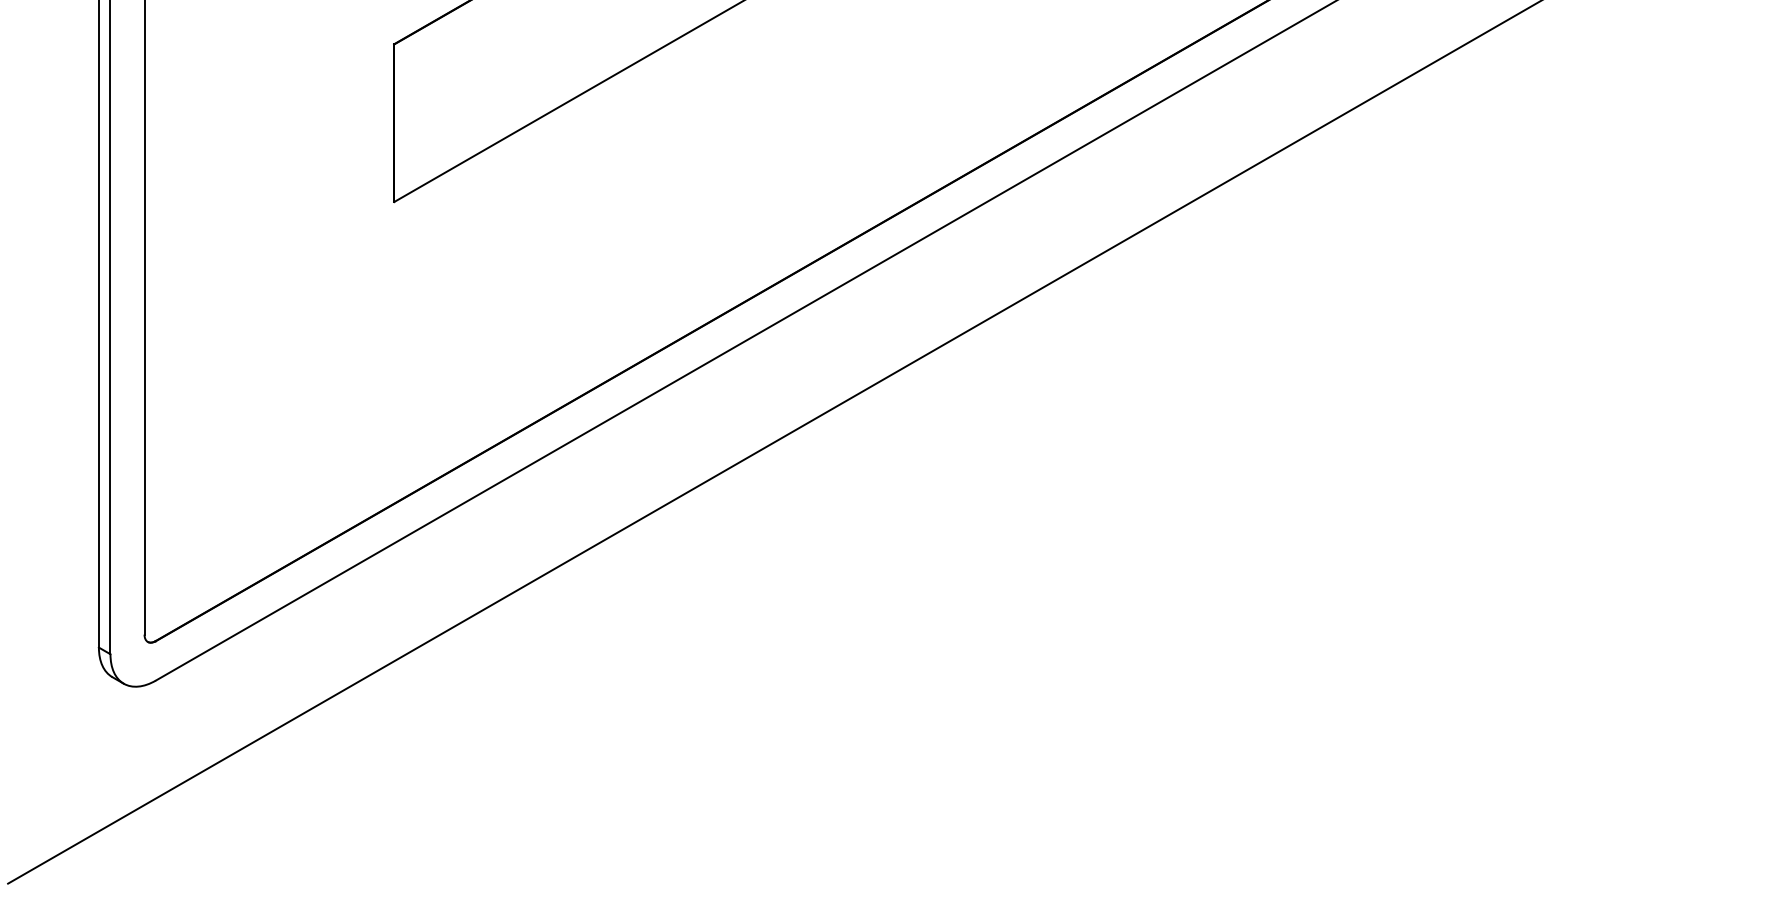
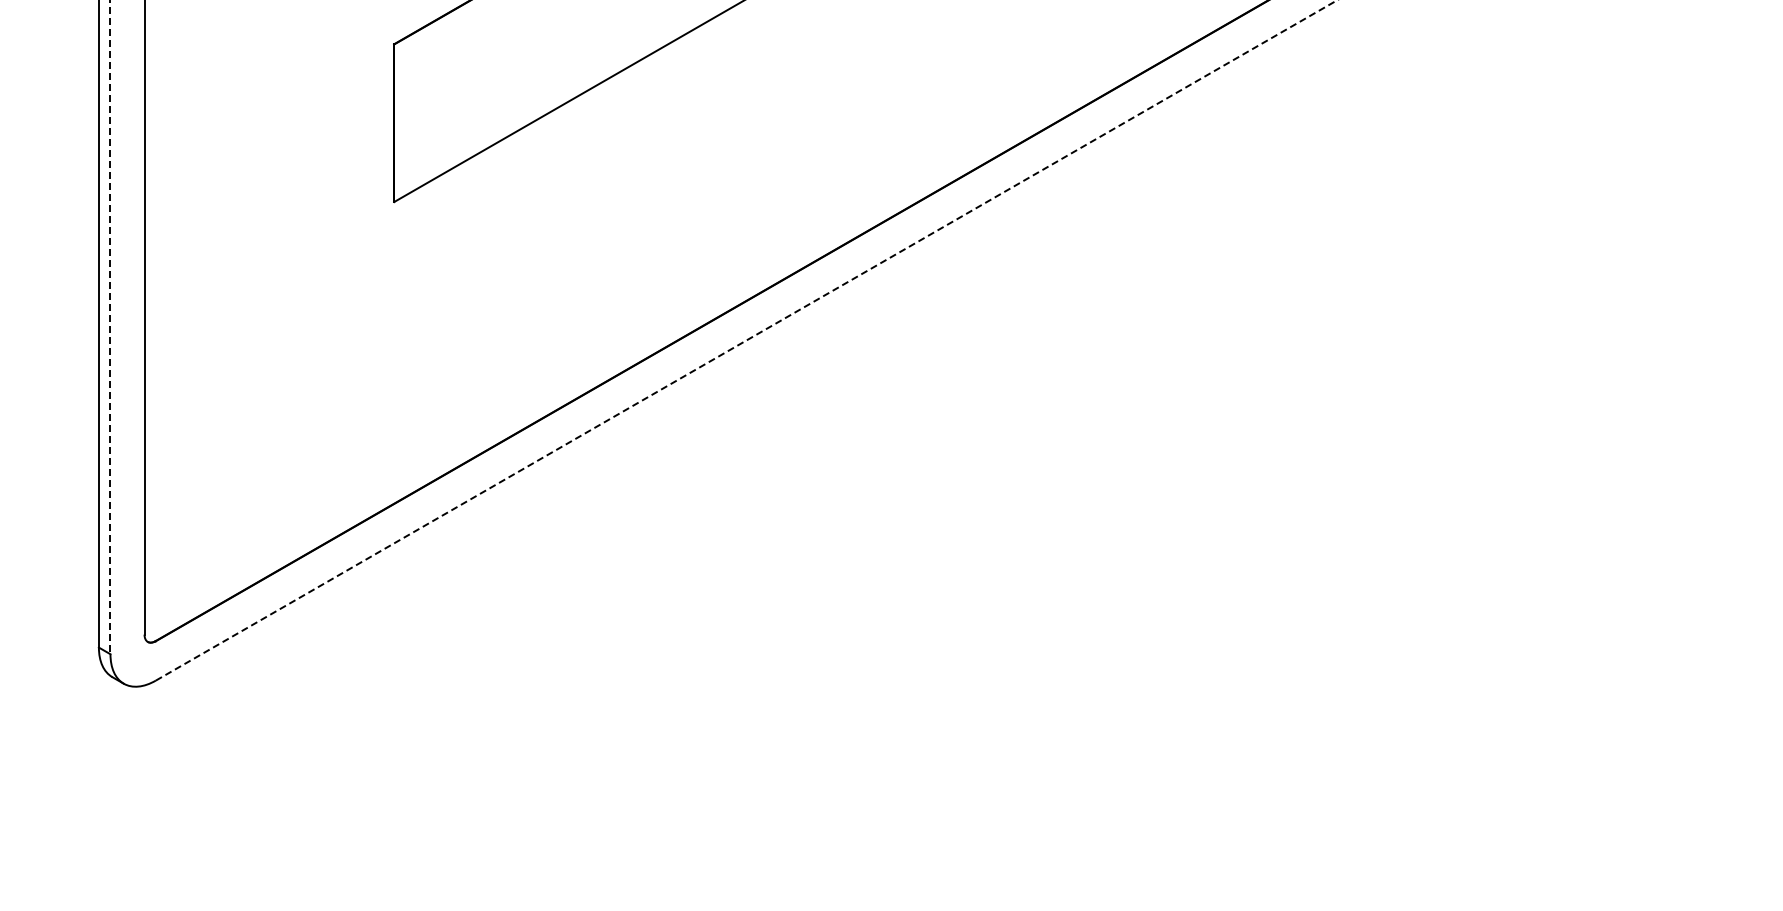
line at (110, 327): solid -> dashed
line at (746, 340): solid -> dashed
line at (773, 442): present -> none
